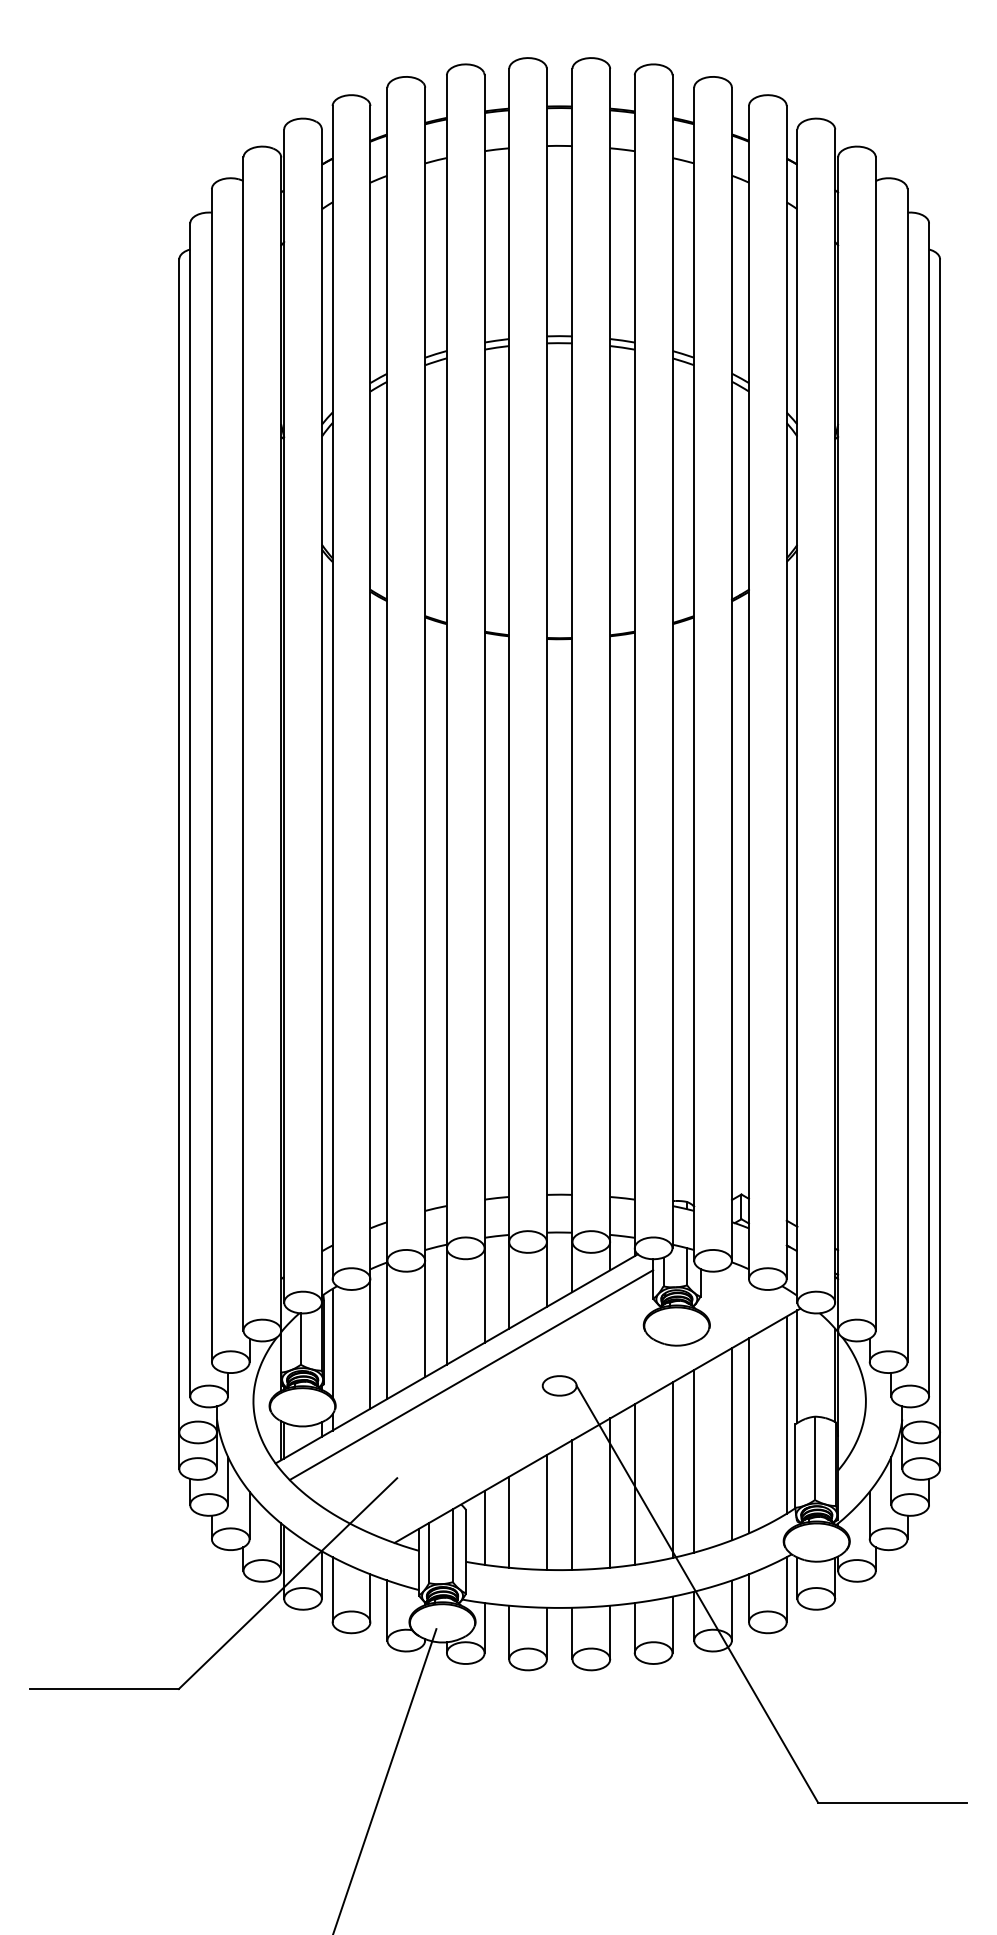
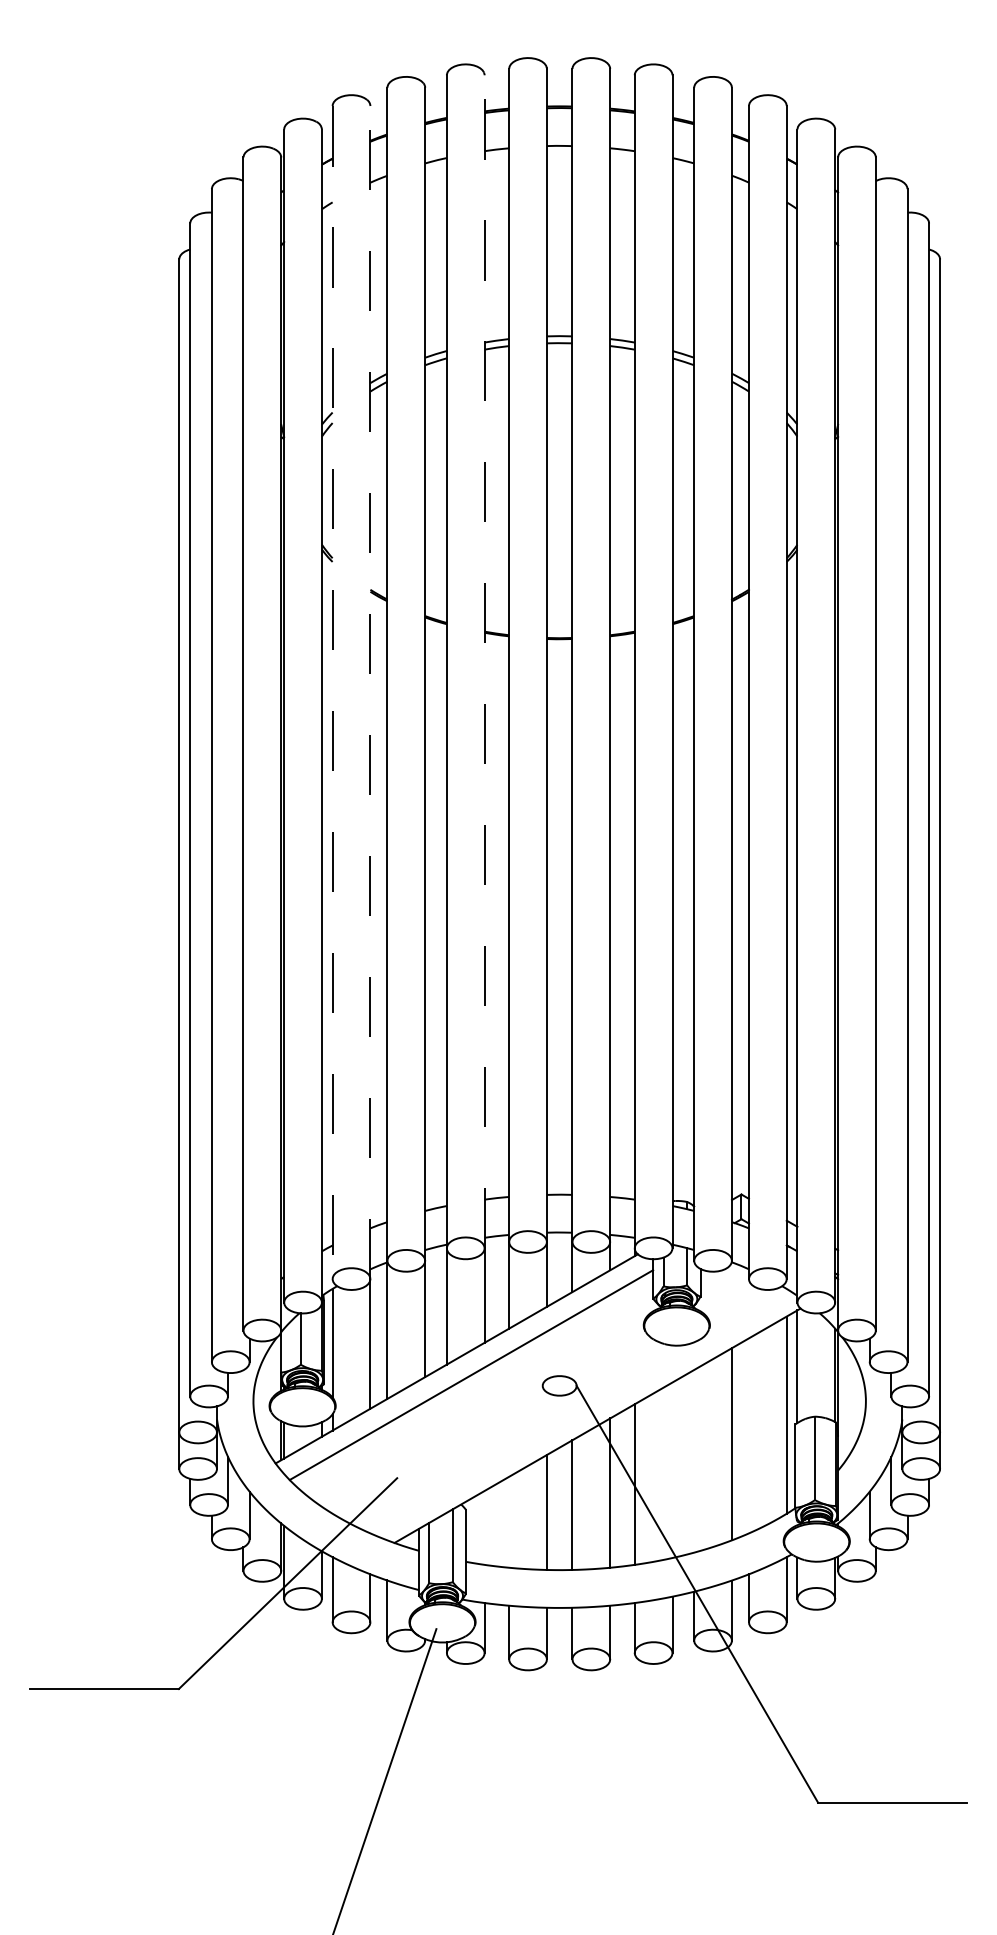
line at (484, 661): solid -> dashed
line at (332, 692): solid -> dashed
line at (370, 692): solid -> dashed
line at (748, 1435): present -> none
line at (694, 1461): present -> none
line at (672, 1470): present -> none
line at (509, 1521): present -> none
line at (484, 1527): present -> none
